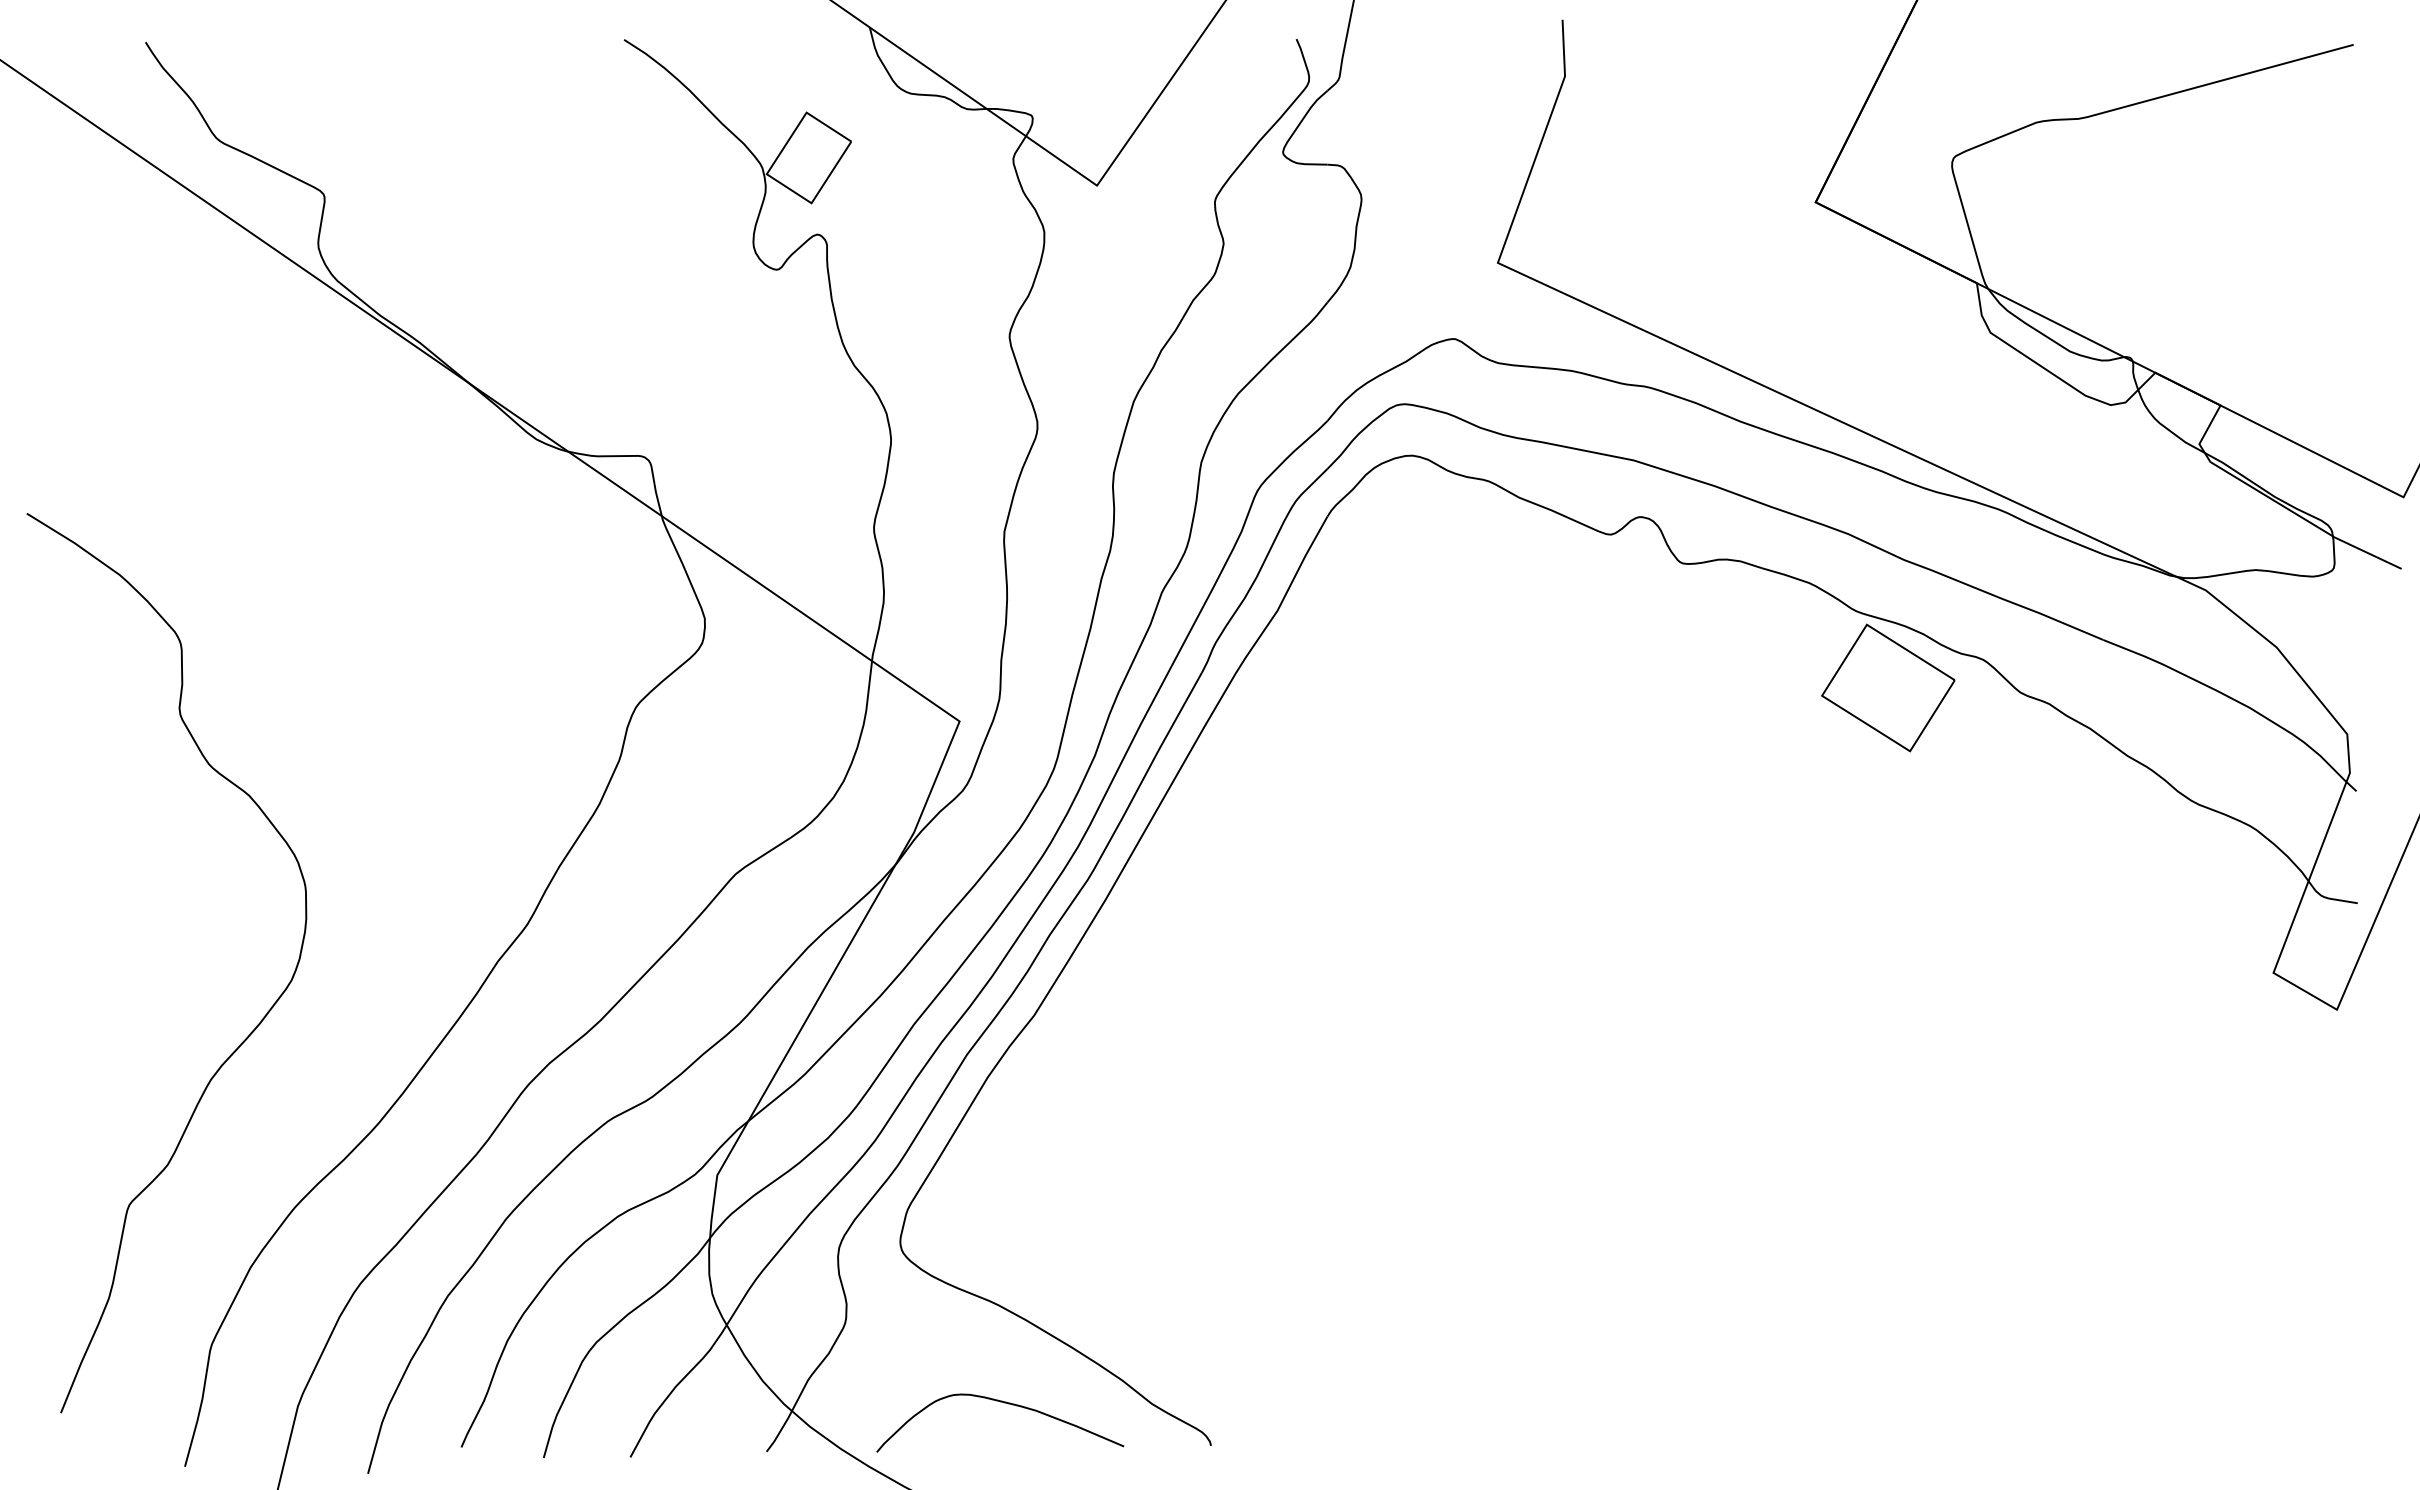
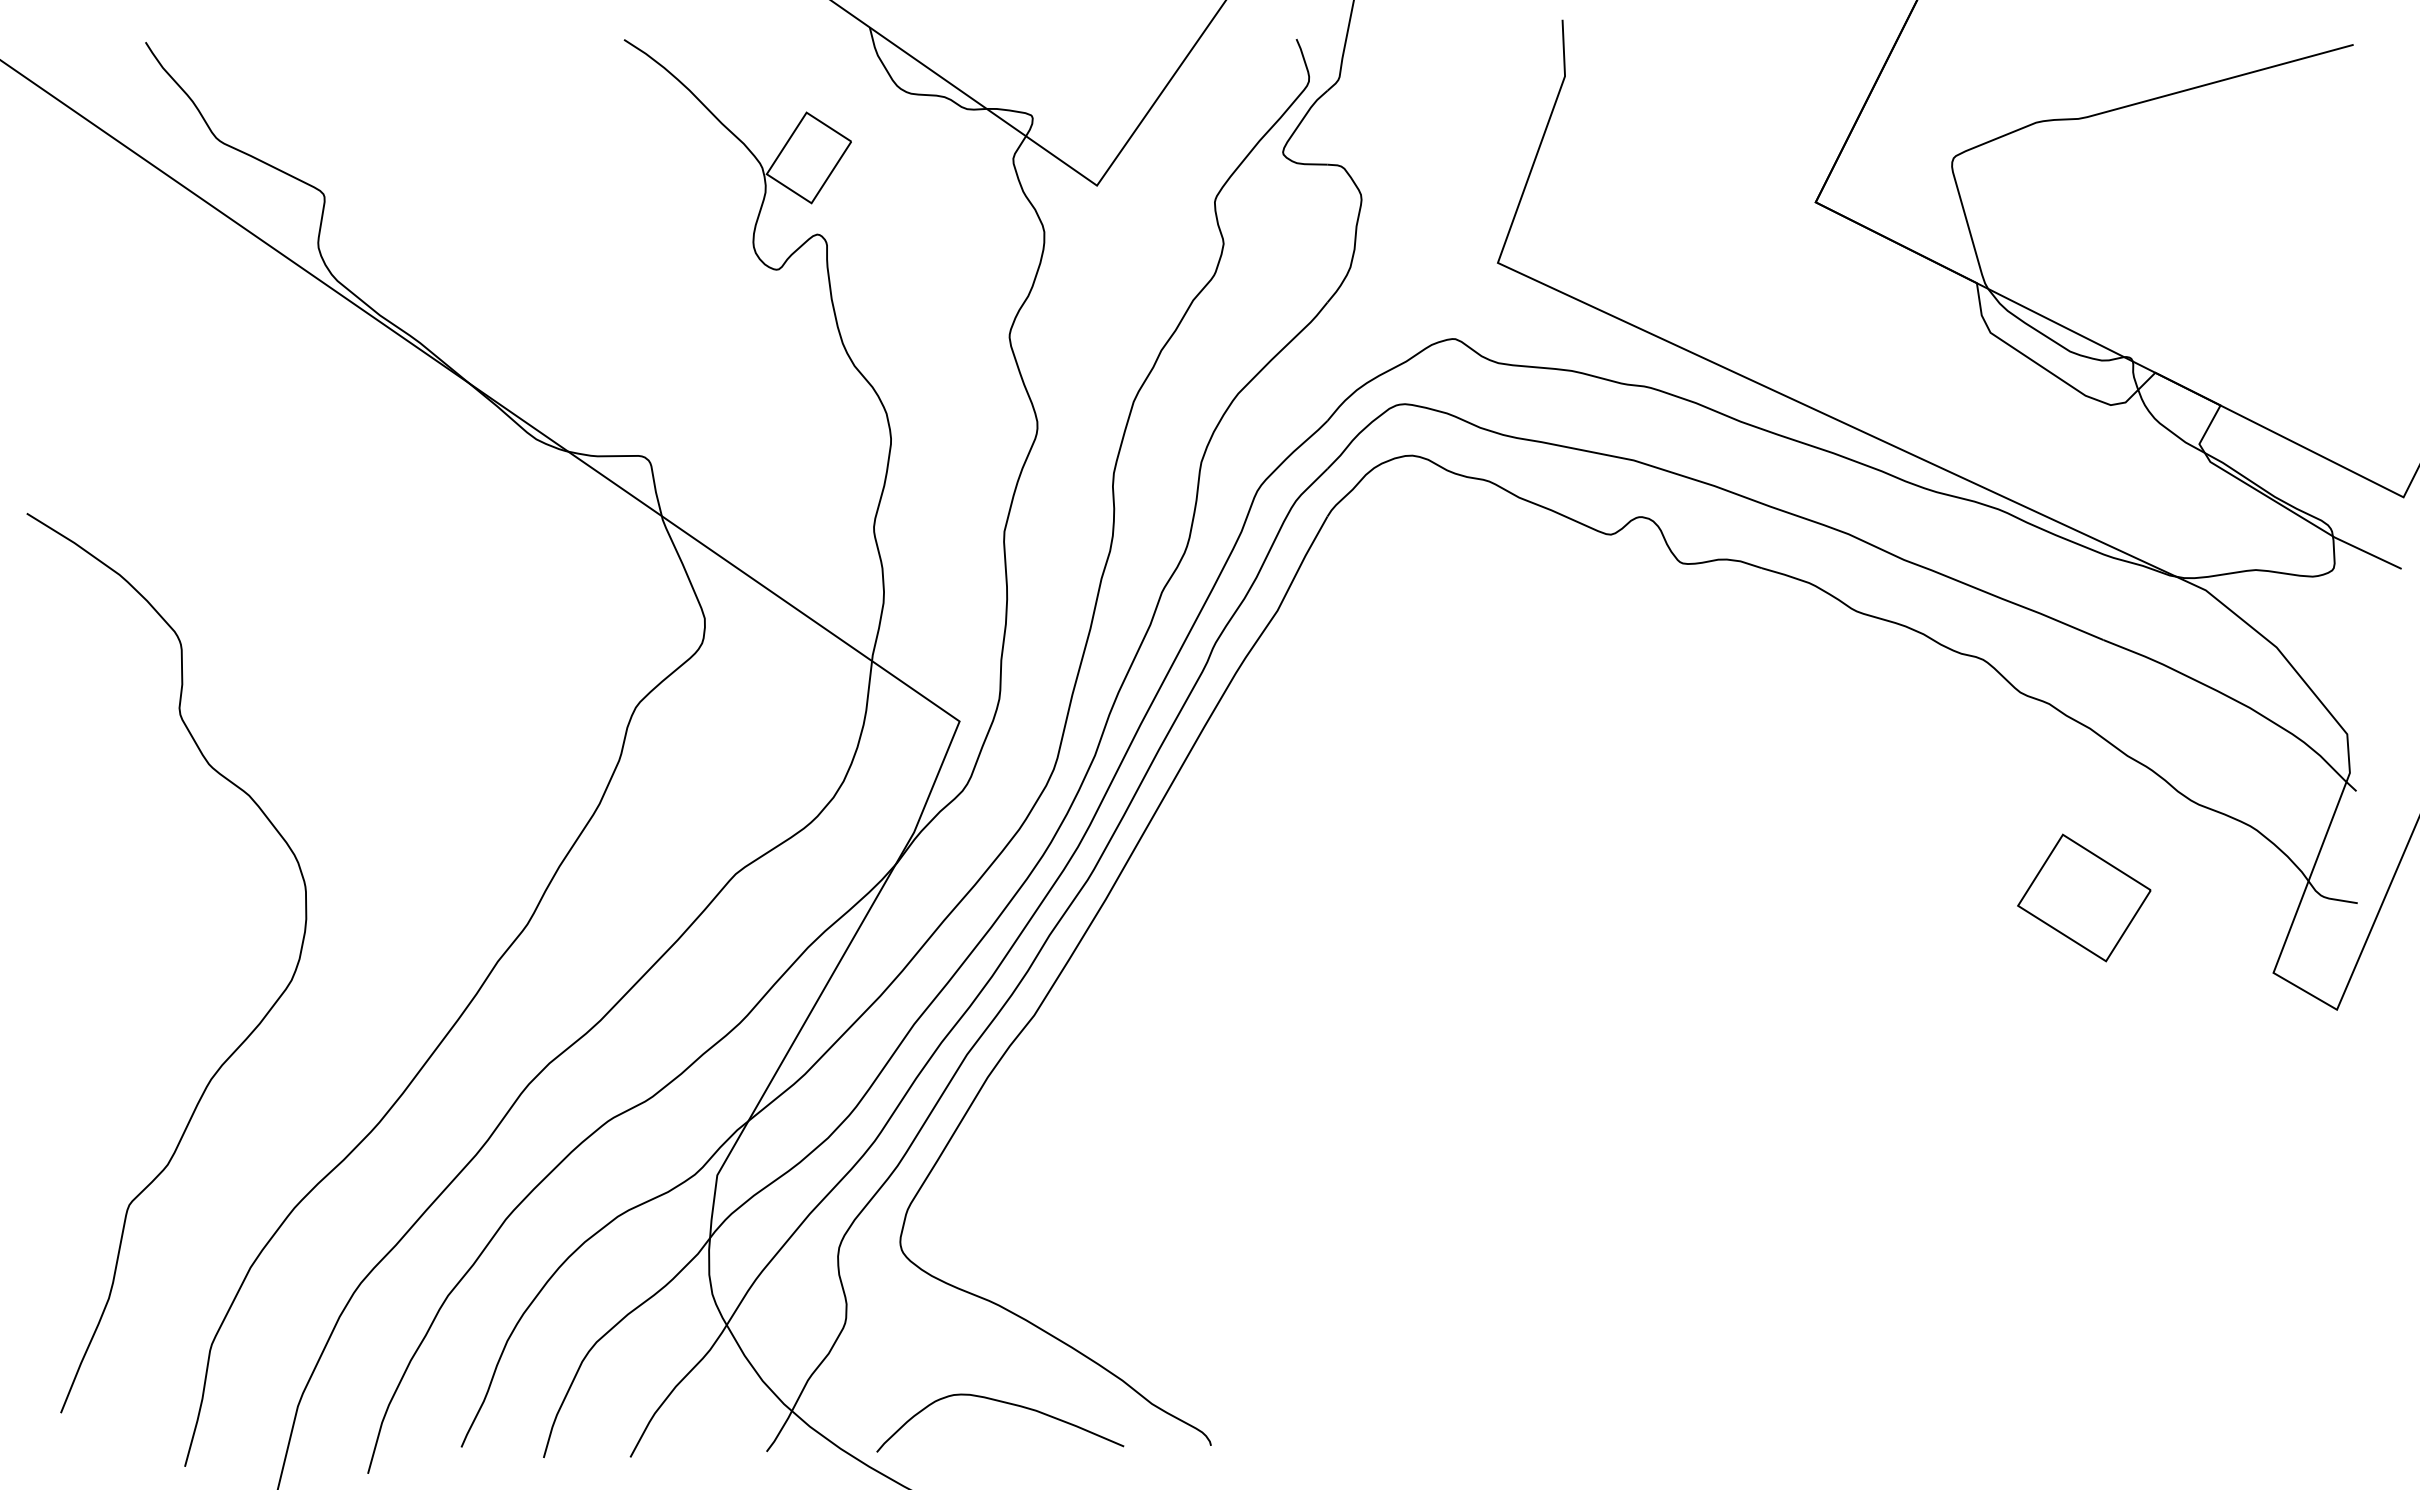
part at (1888, 687) position: (1888, 687) -> (2084, 897)
